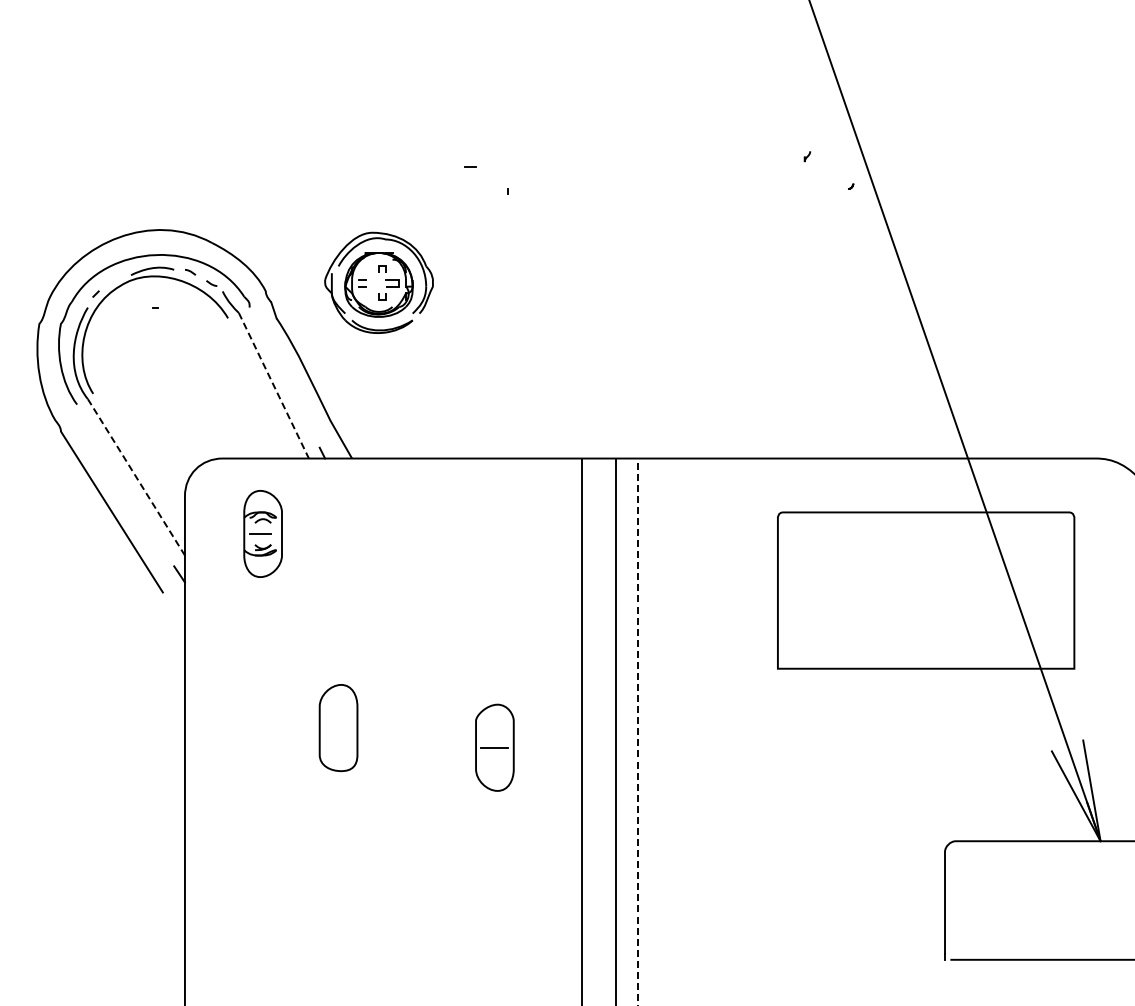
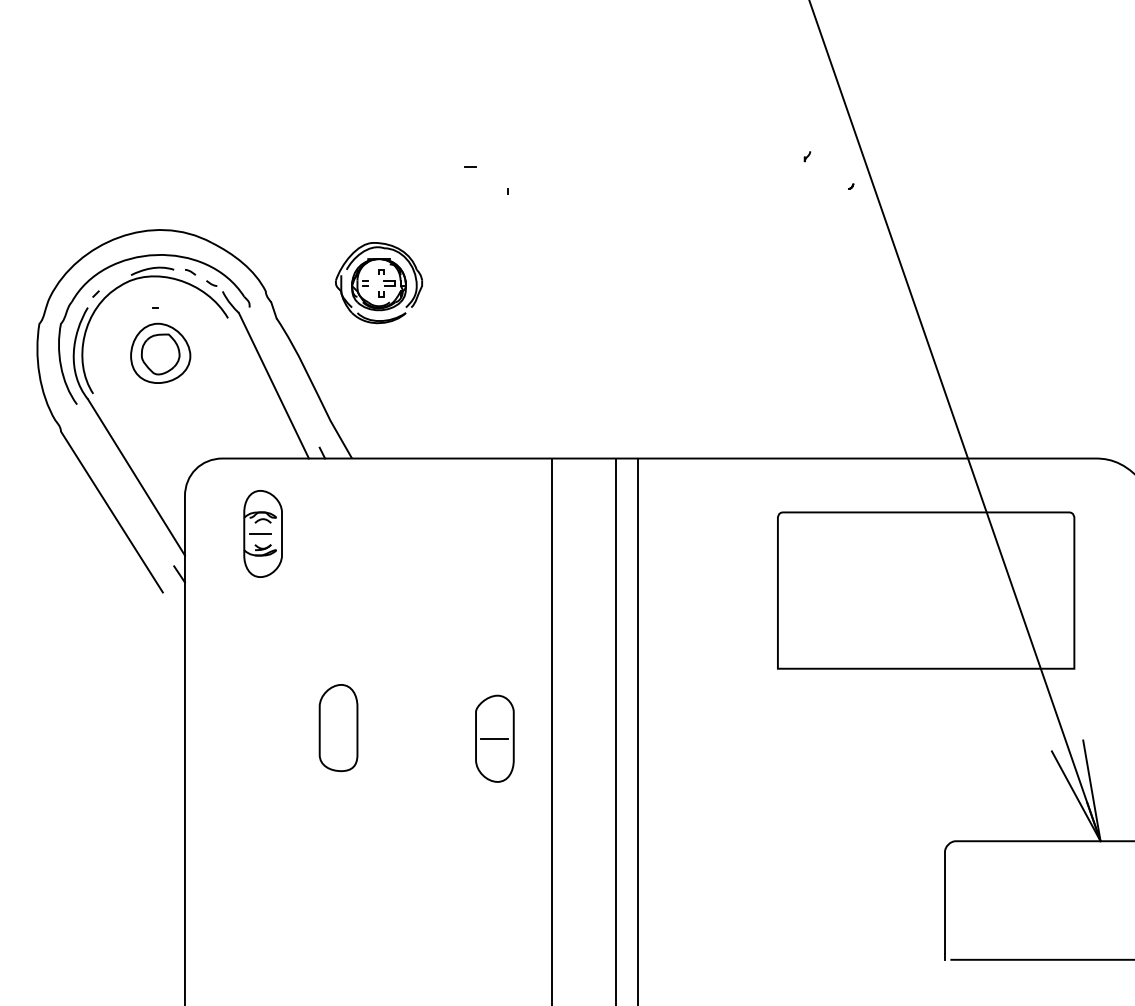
part at (378, 282) size: 110x103 px -> 88x83 px
part at (160, 352): none -> present
line at (273, 385): dashed -> solid
line at (136, 477): dashed -> solid
line at (581, 730) position: (581, 730) -> (551, 730)
line at (637, 731): dashed -> solid
part at (494, 747) position: (494, 747) -> (494, 738)
